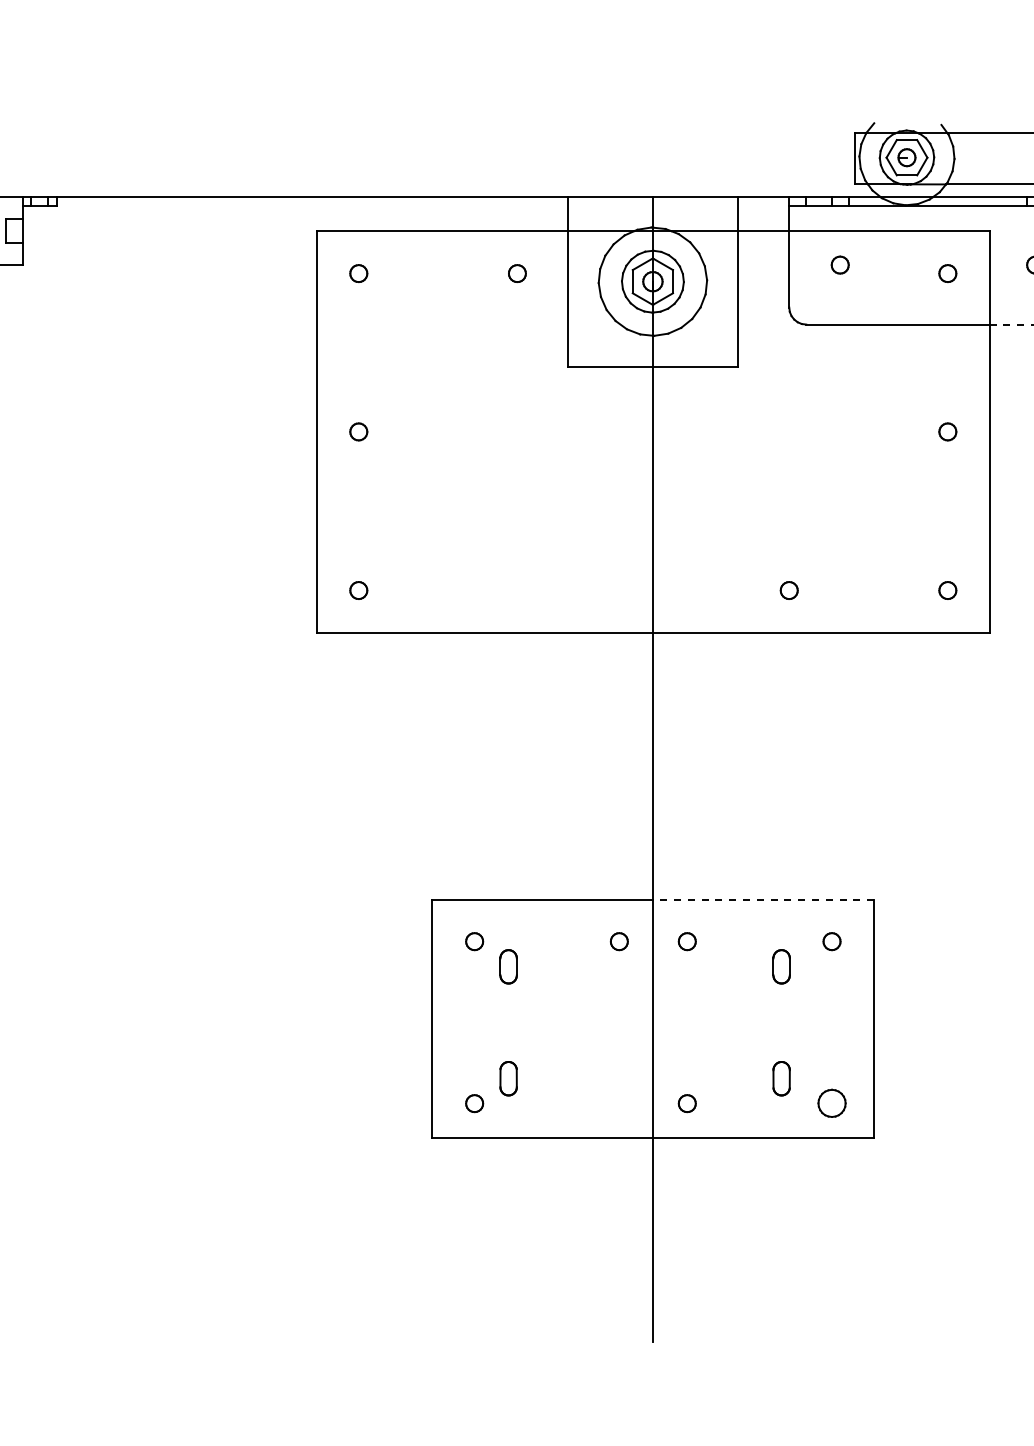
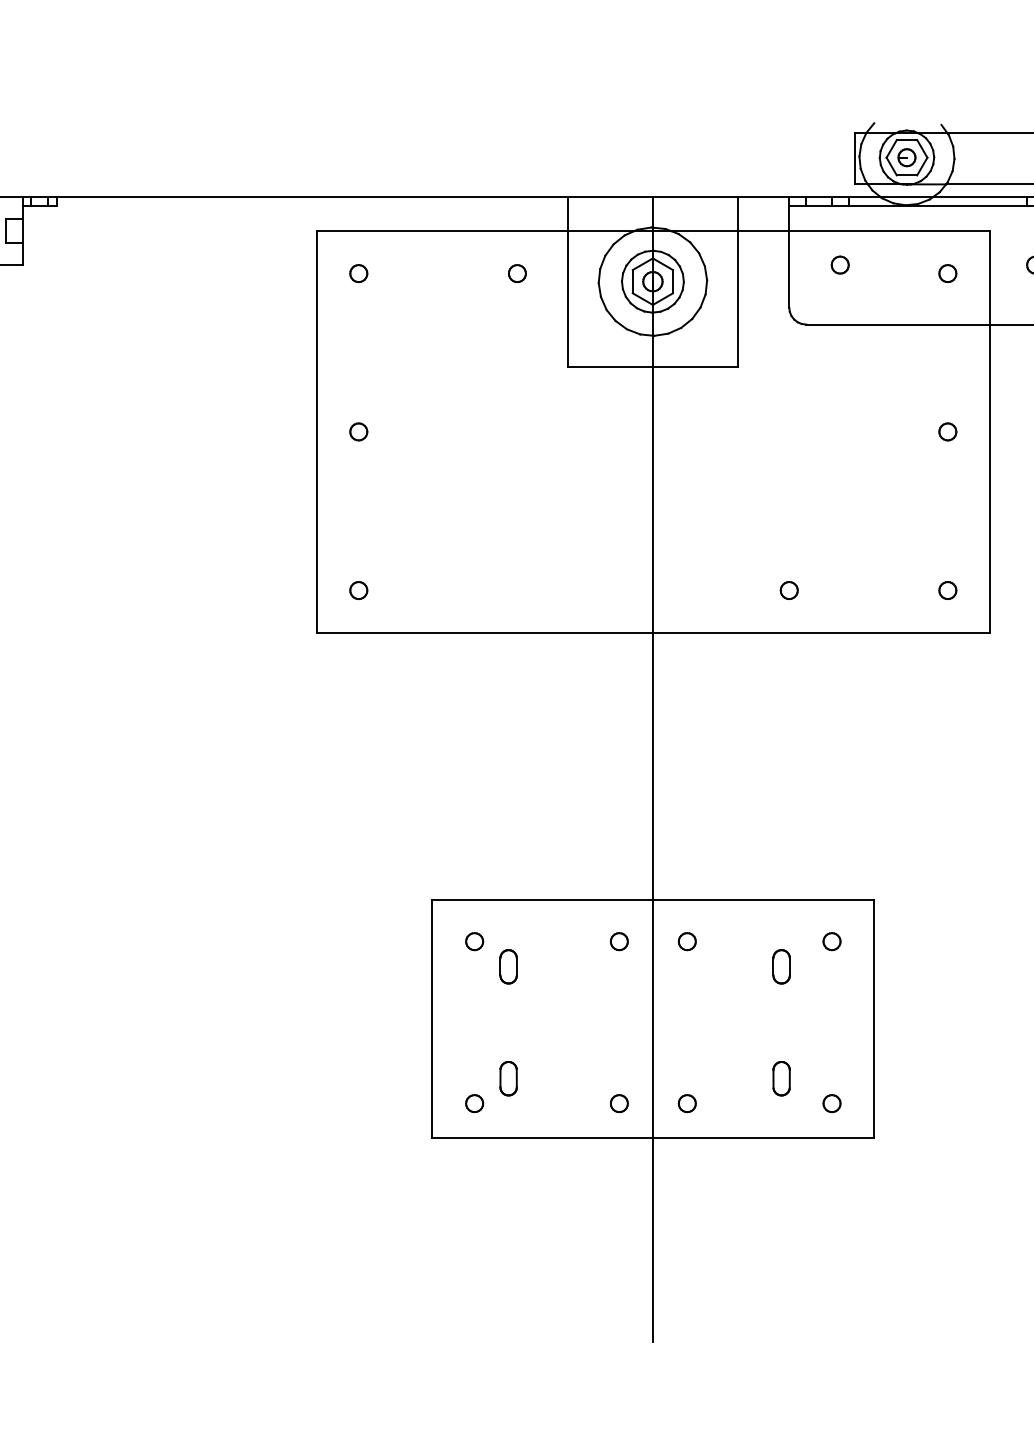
line at (1011, 324): dashed -> solid
line at (763, 900): dashed -> solid
part at (831, 1102) size: 30x30 px -> 20x20 px
part at (618, 1103): none -> present
